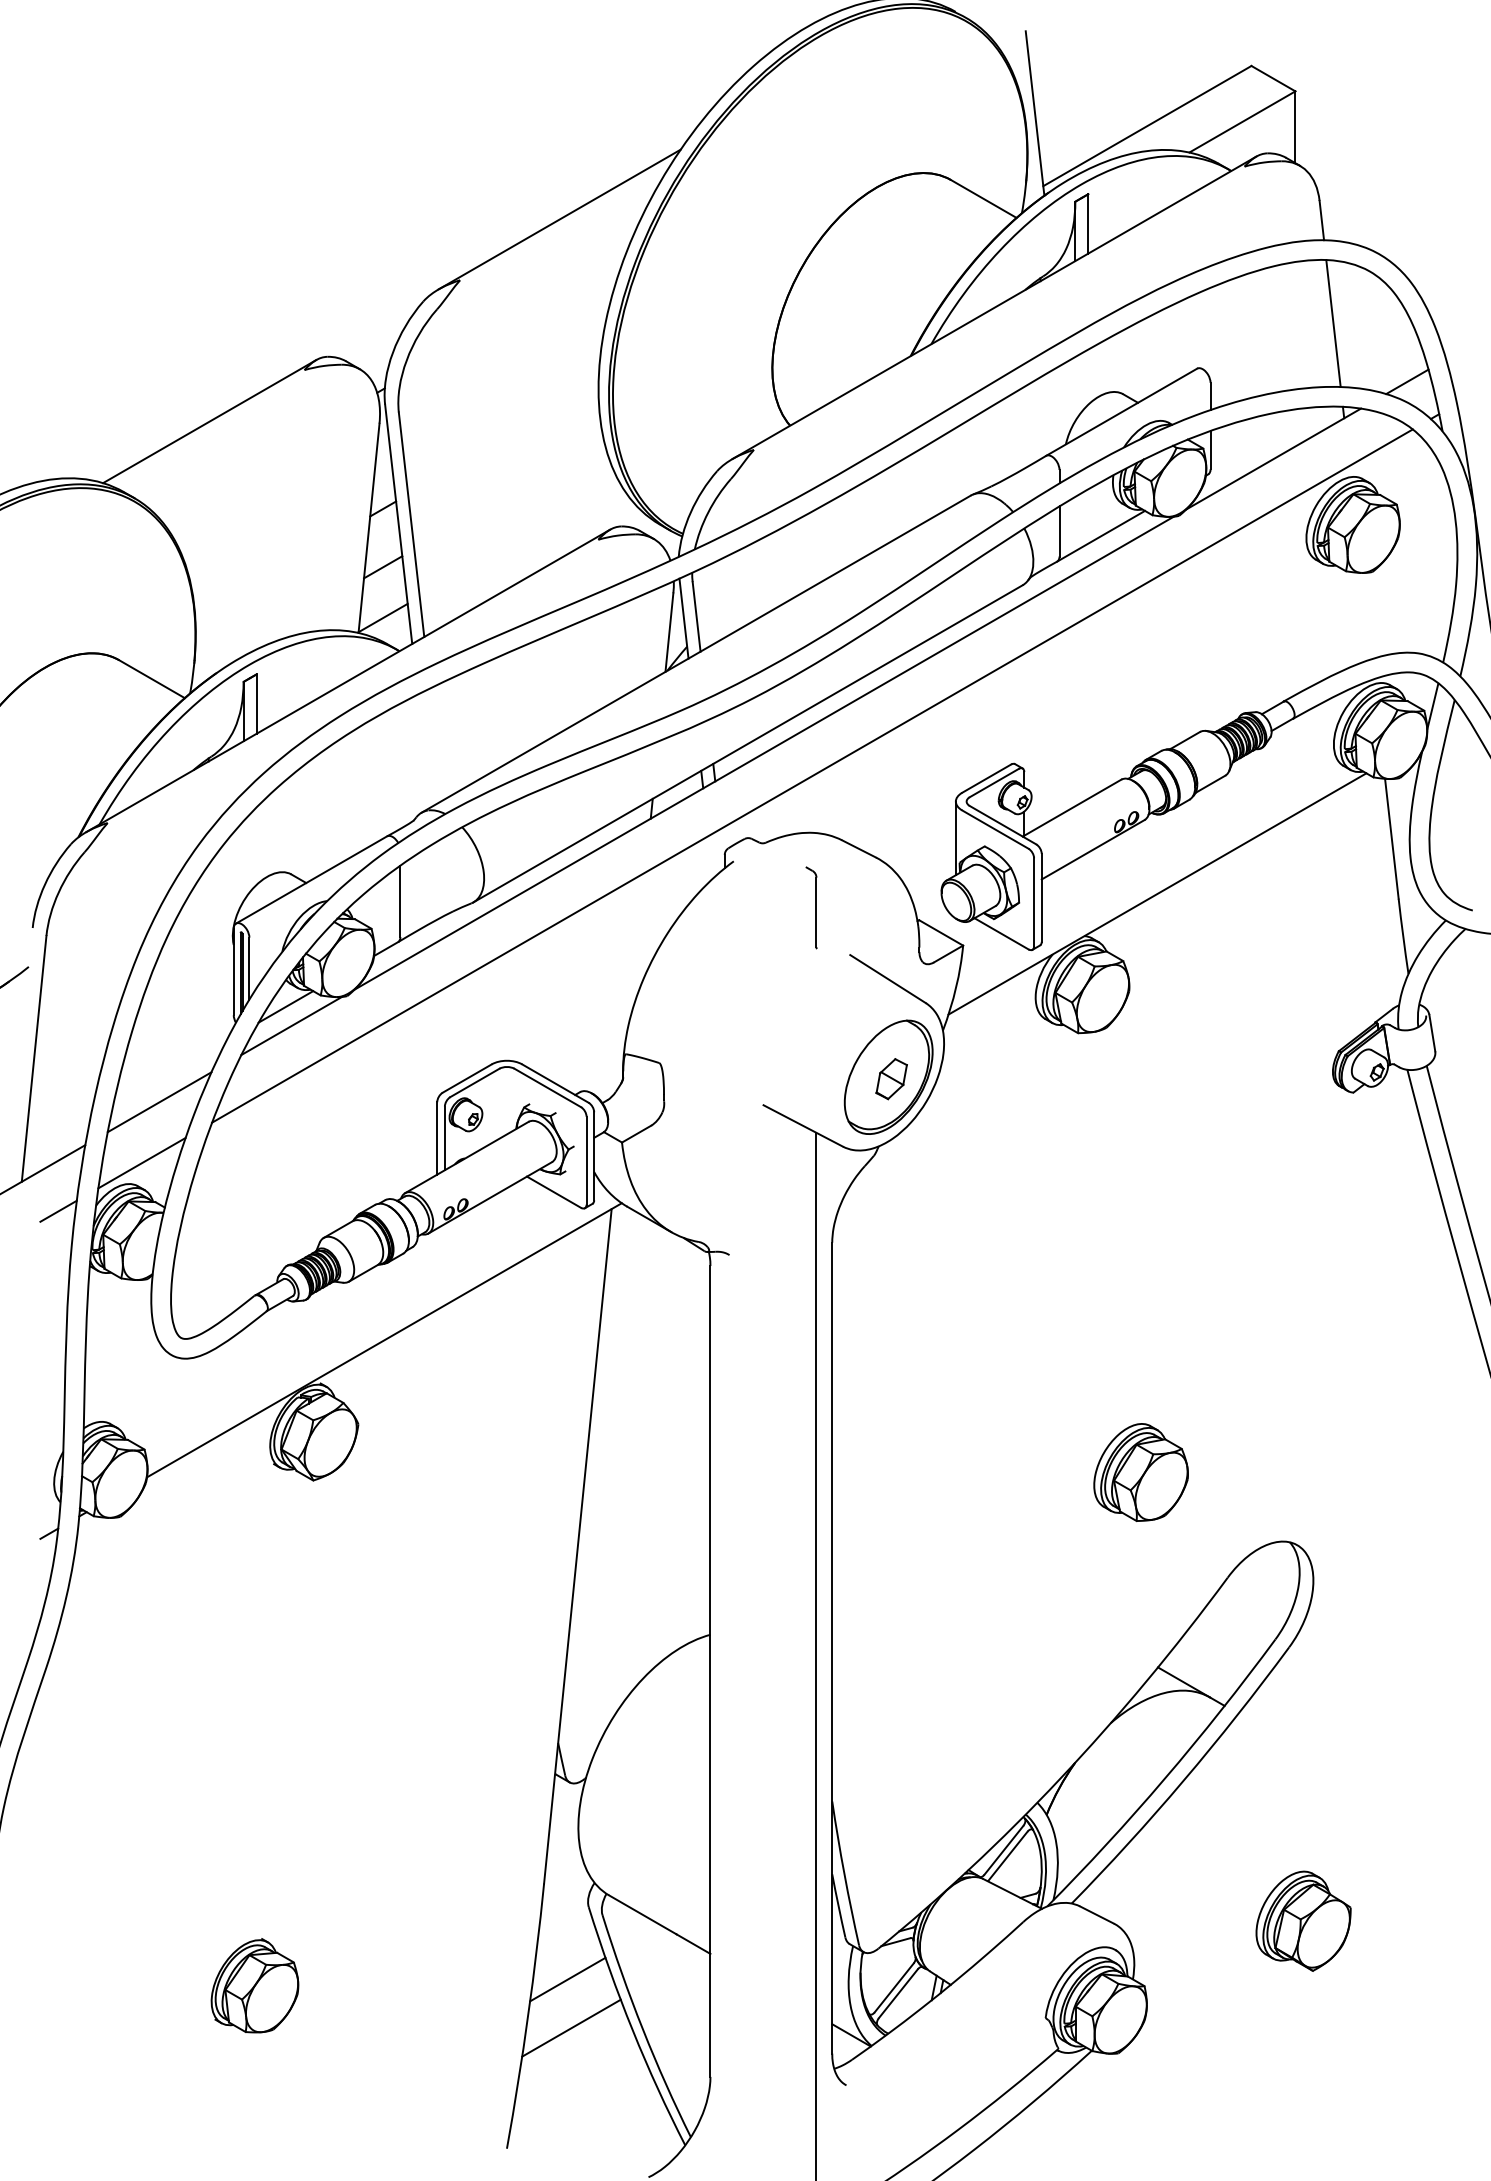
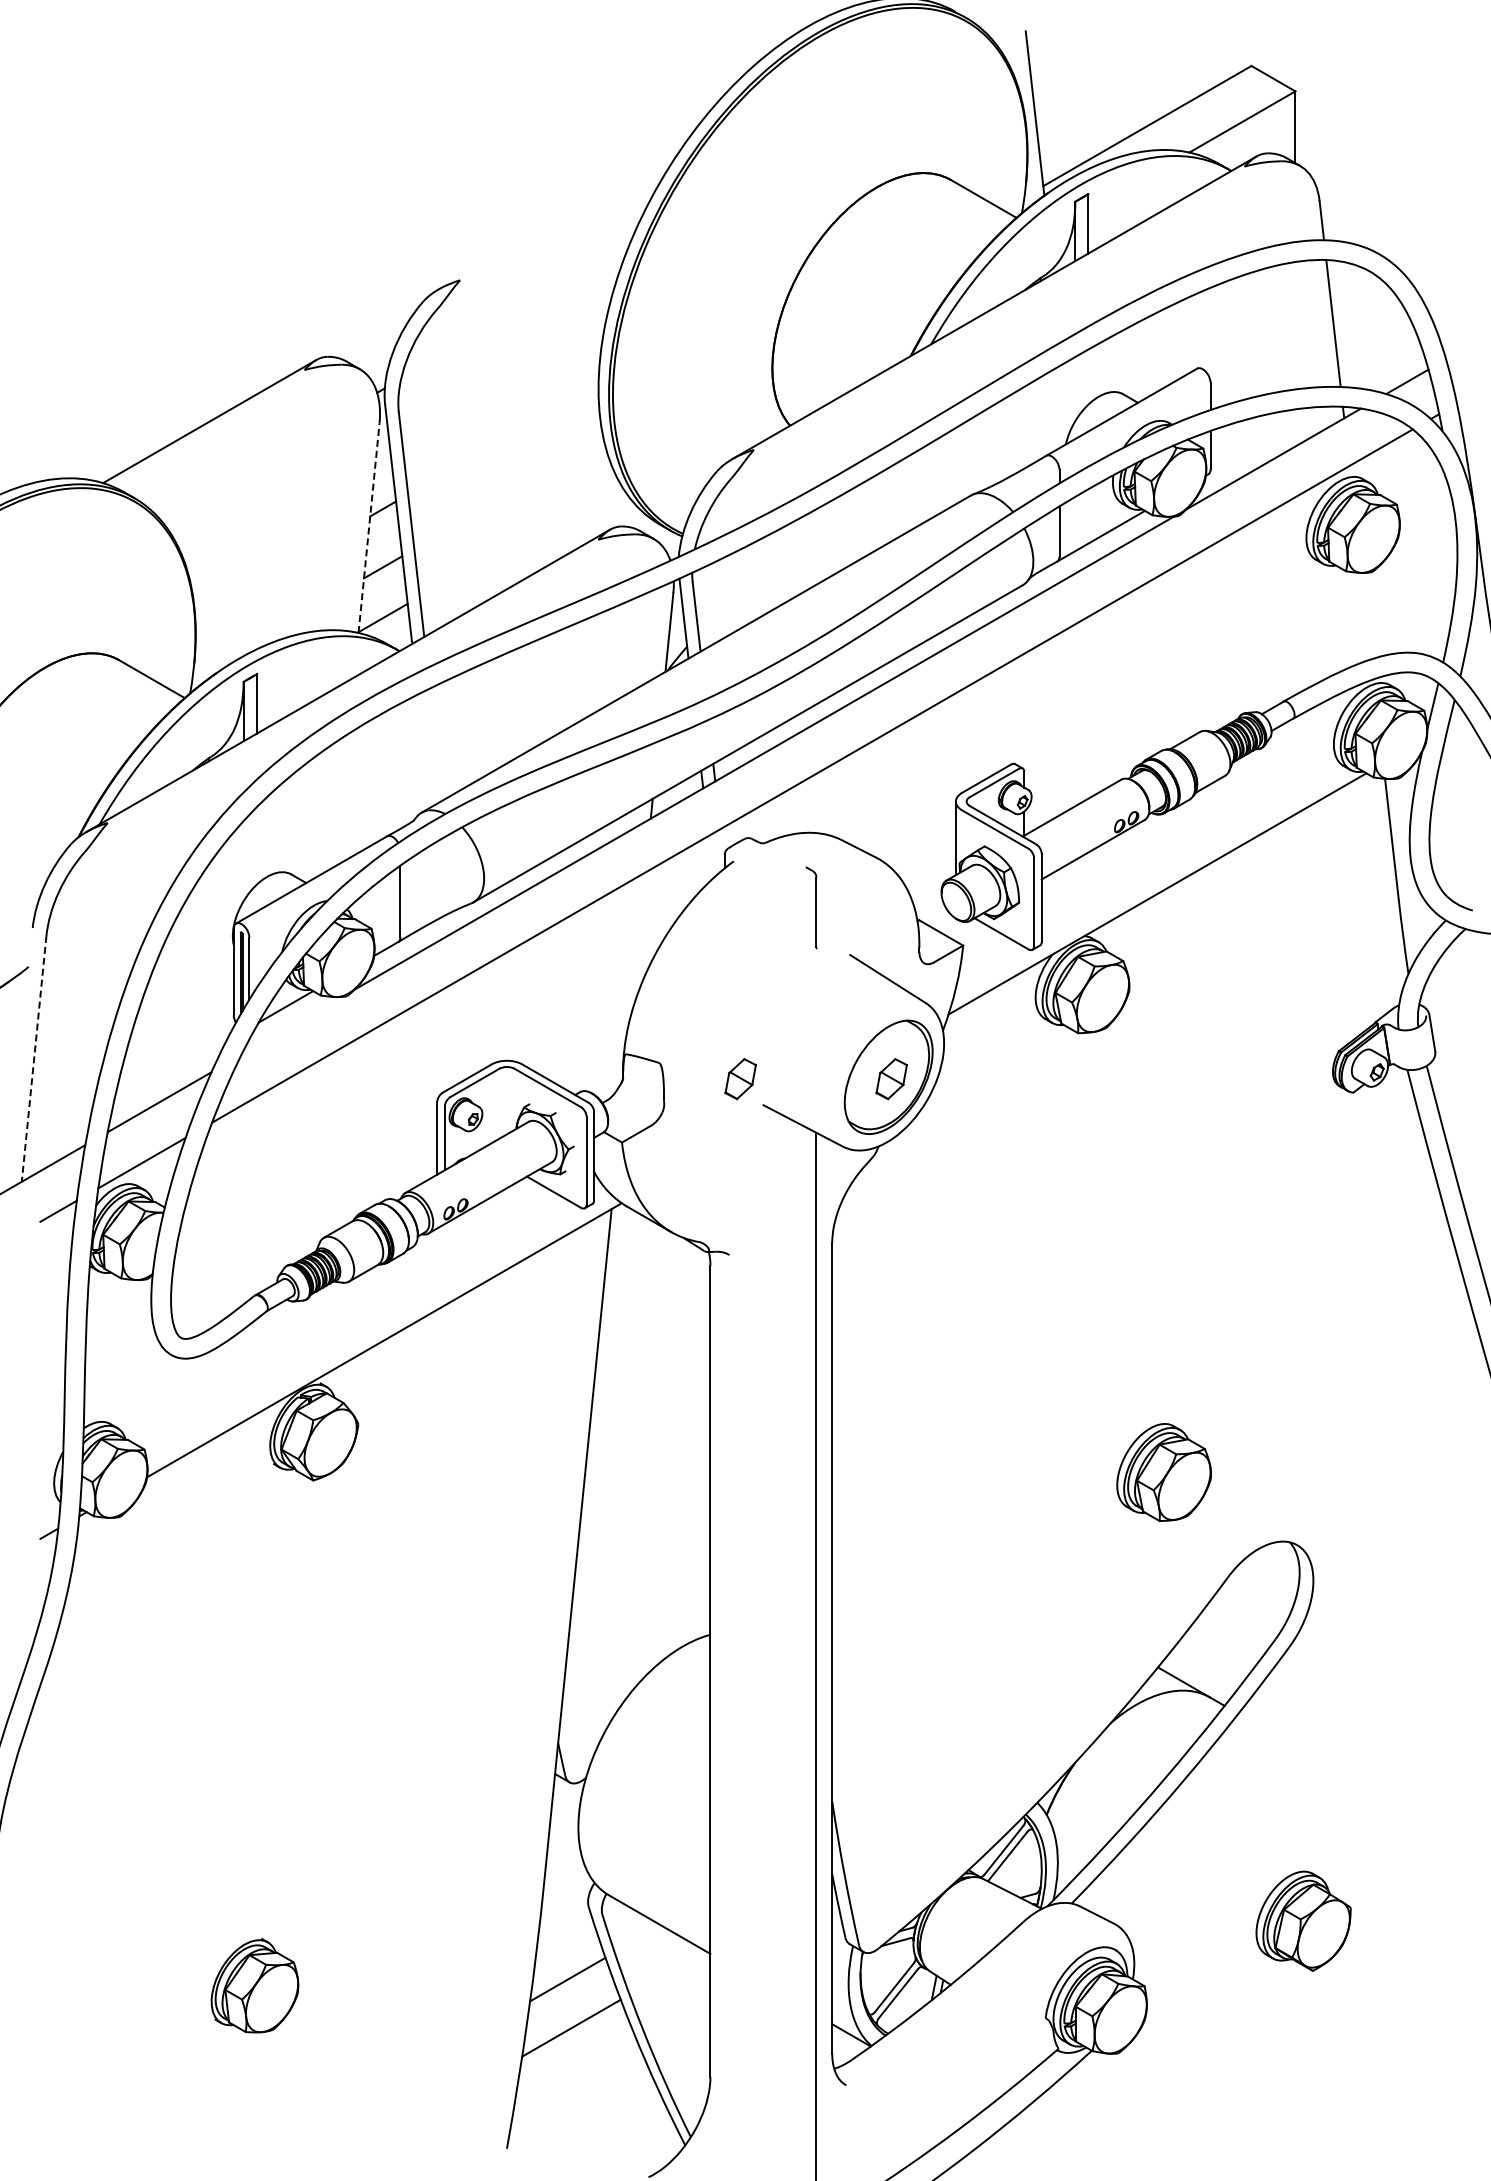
line at (559, 219): present -> none
line at (369, 527): solid -> dashed
line at (291, 1025): present -> none
line at (34, 1058): solid -> dashed
part at (740, 1079): none -> present
part at (1140, 1472) position: (1140, 1472) -> (1163, 1472)
